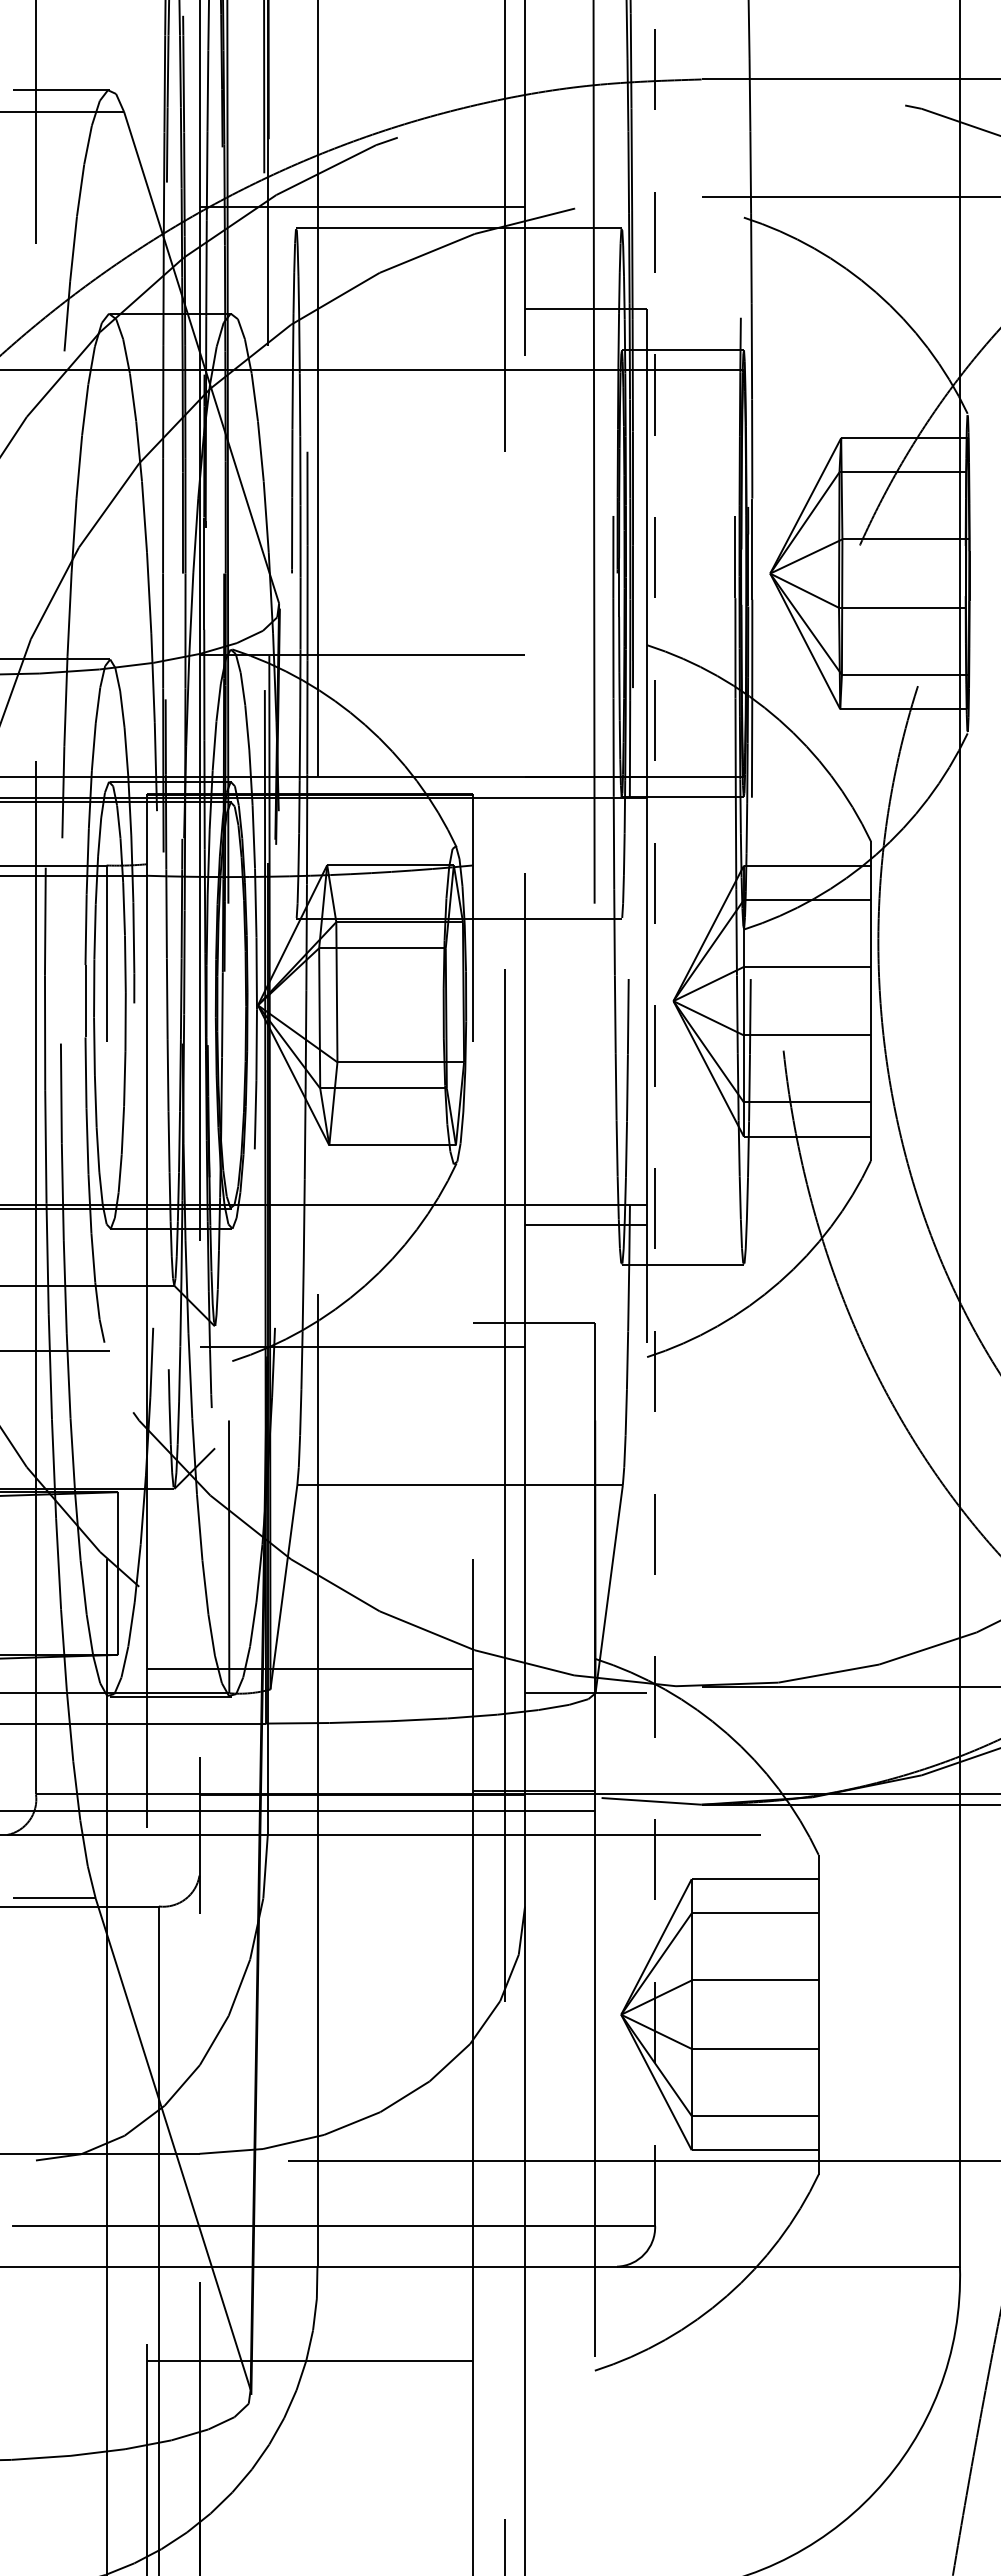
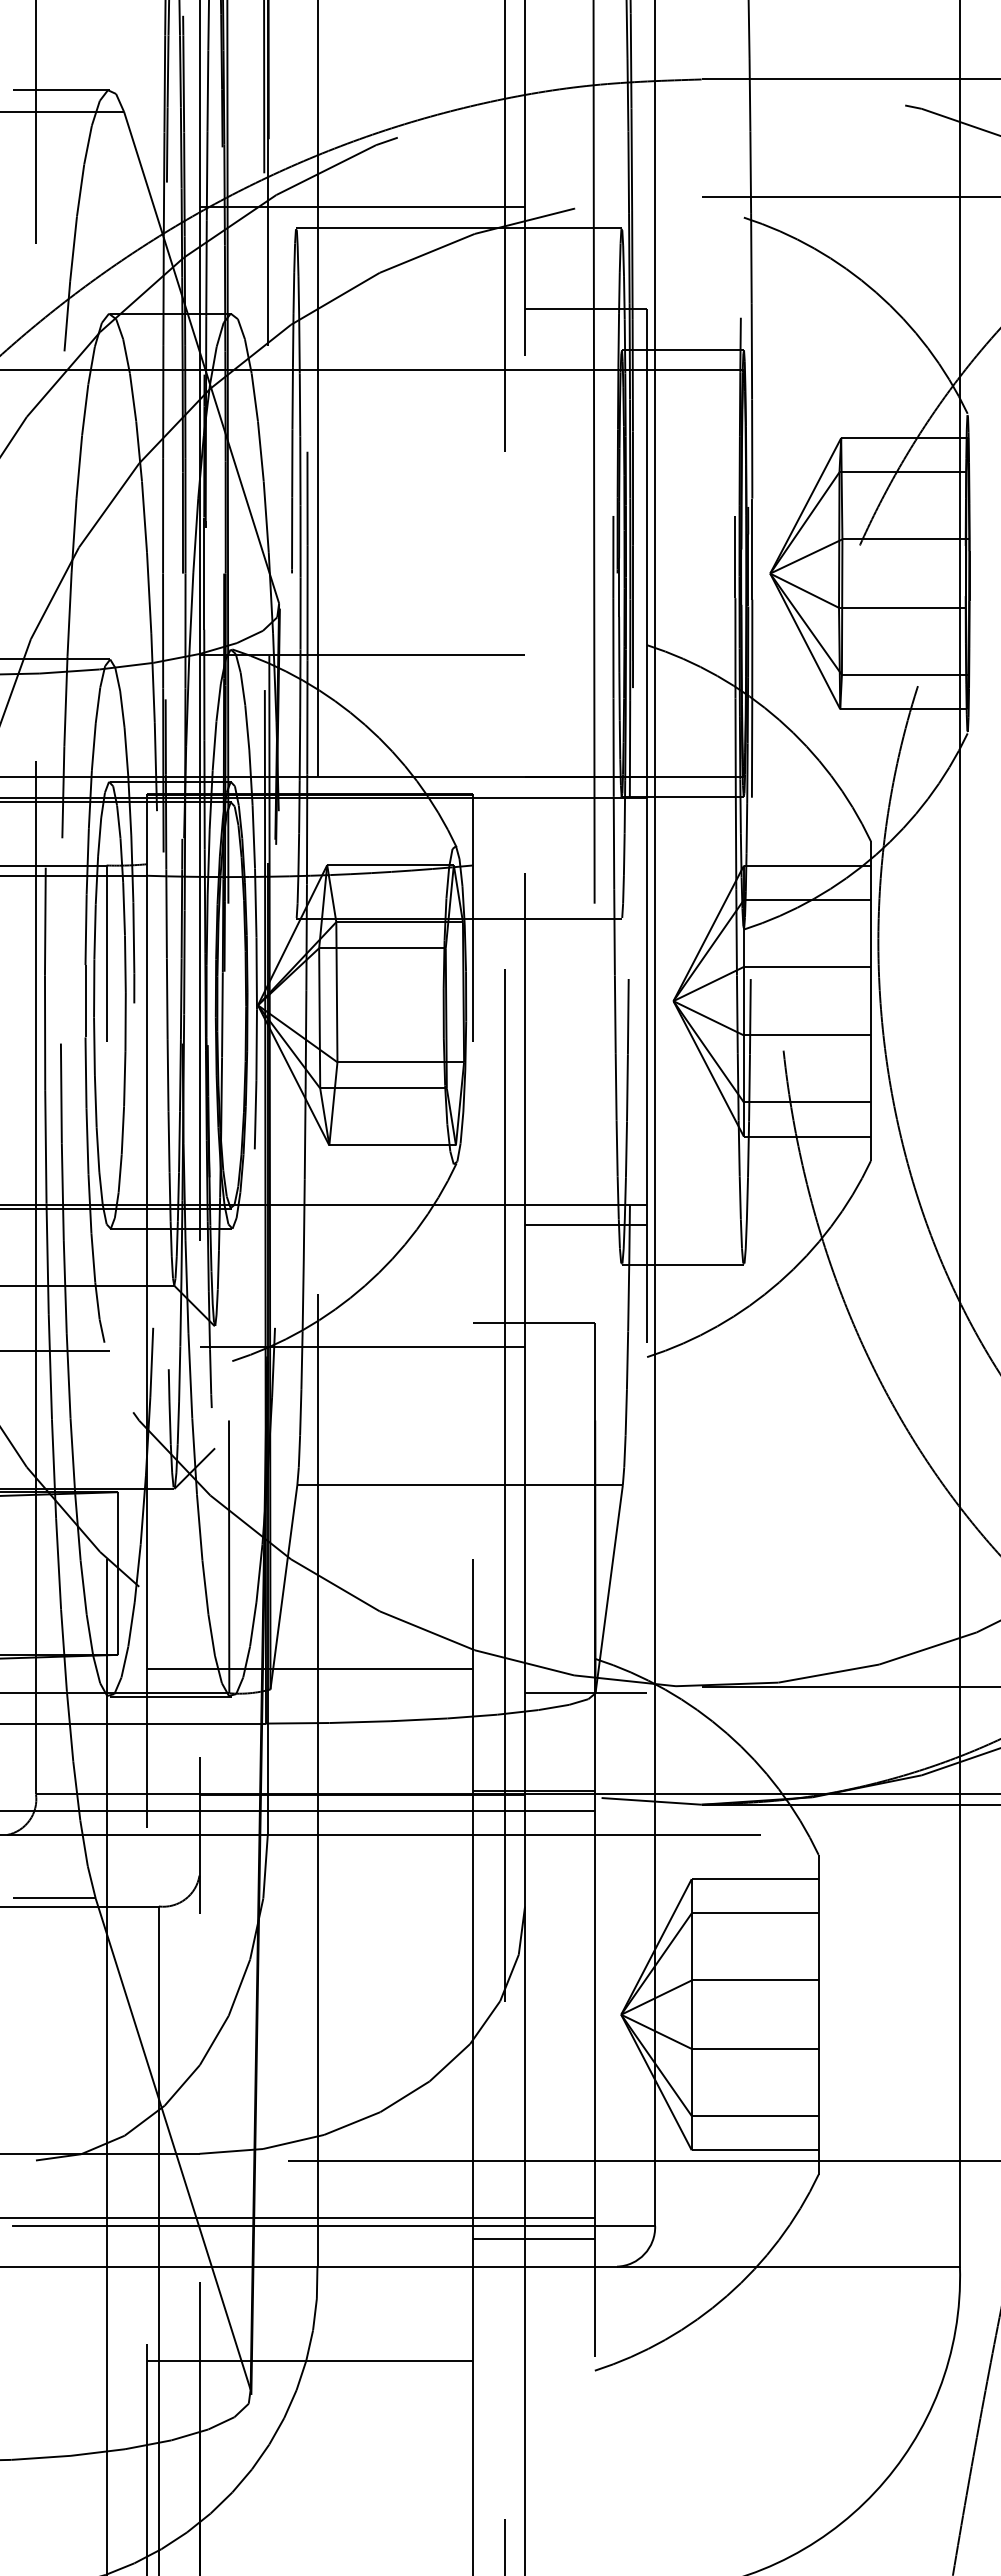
line at (655, 1113): dashed -> solid
line at (298, 2218): none -> present
line at (533, 2238): none -> present
